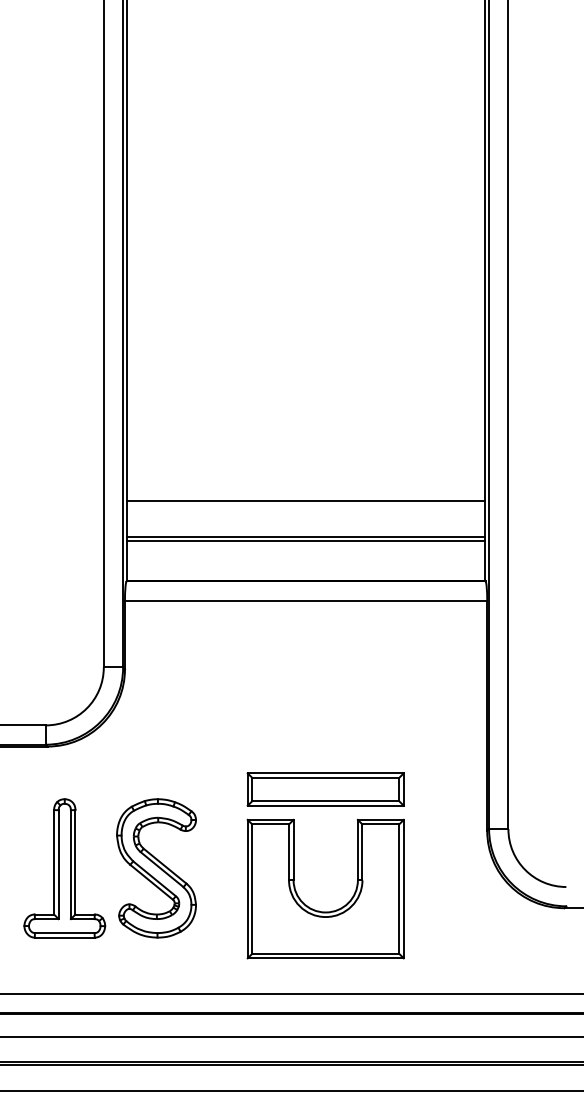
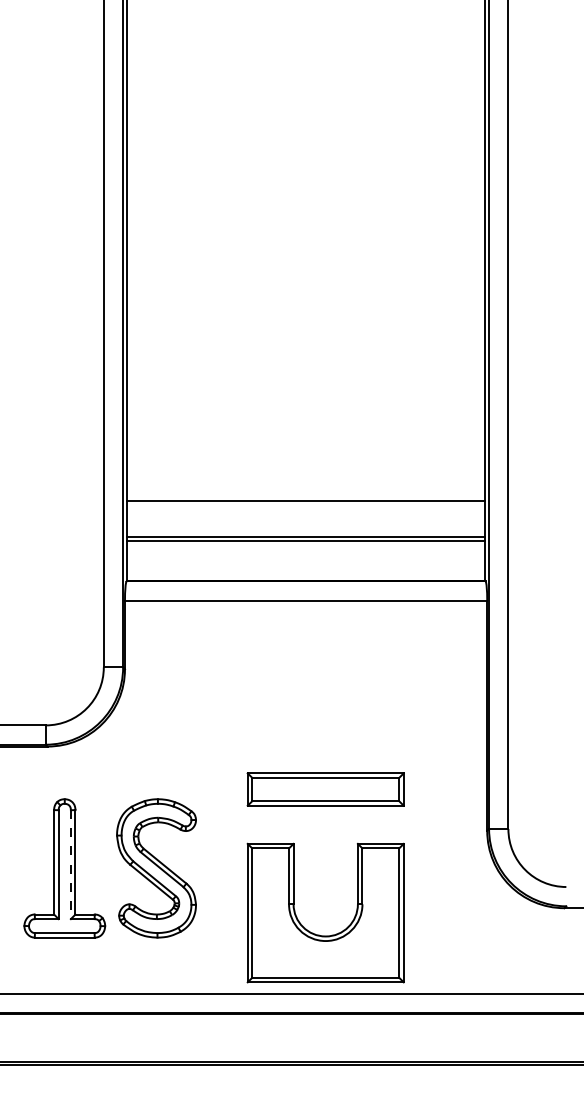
line at (70, 865): solid -> dashed
part at (319, 910) position: (319, 910) -> (319, 934)
line at (291, 1036): present -> none
line at (291, 1090): present -> none
